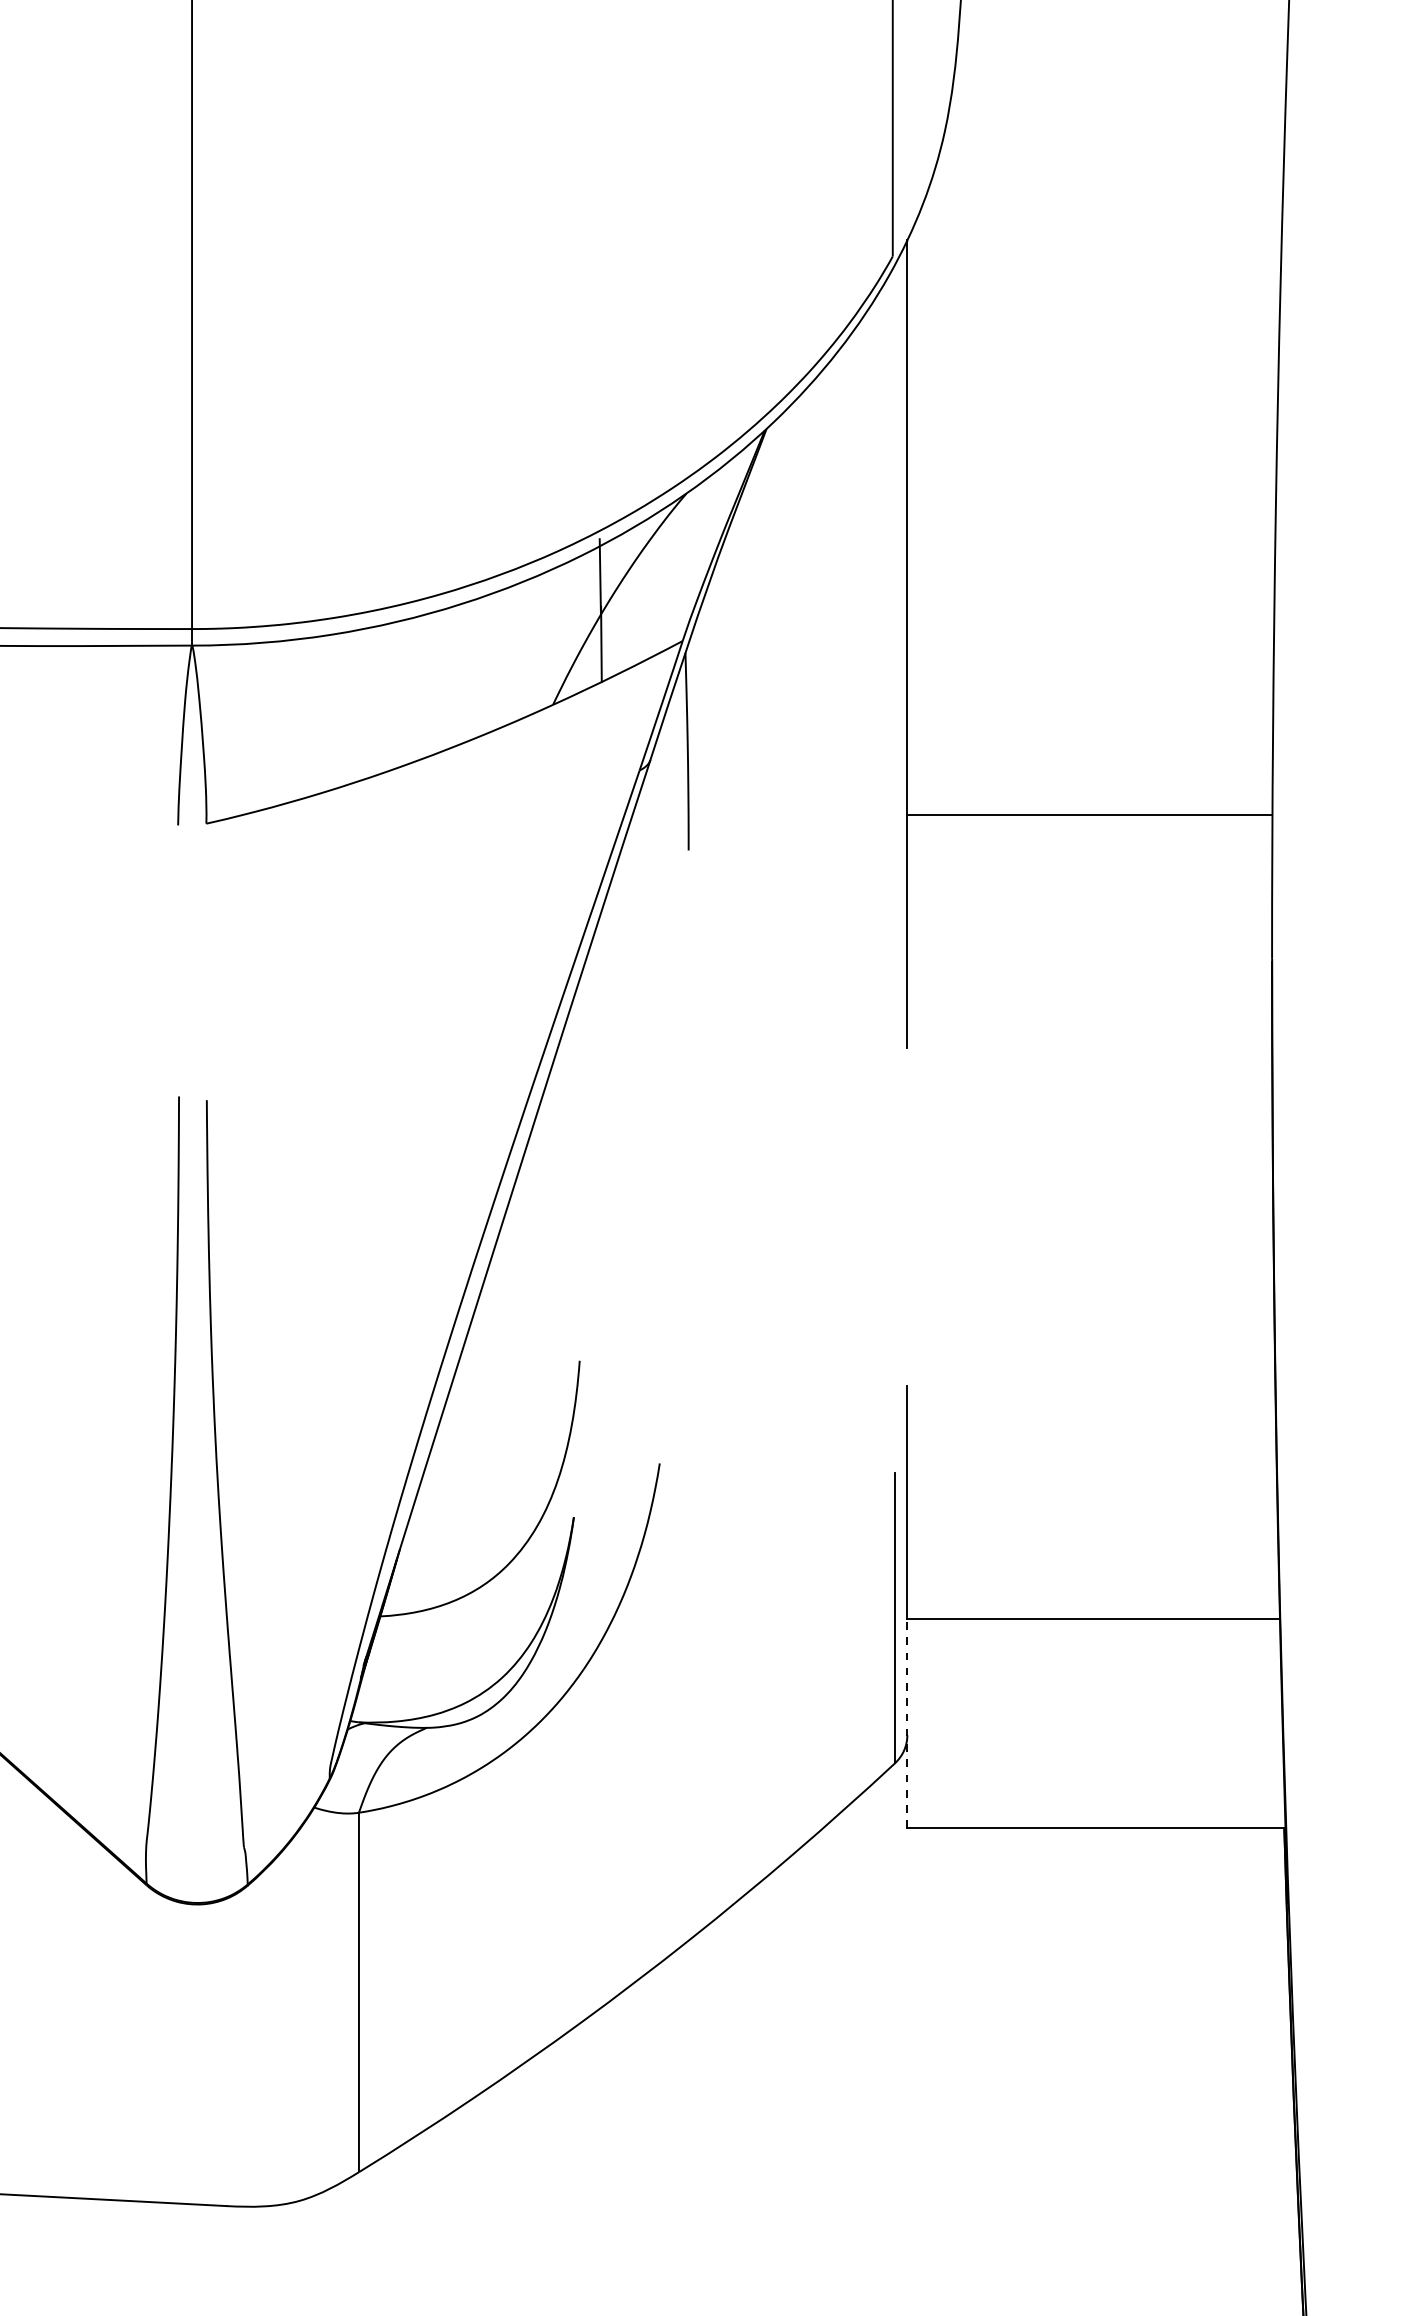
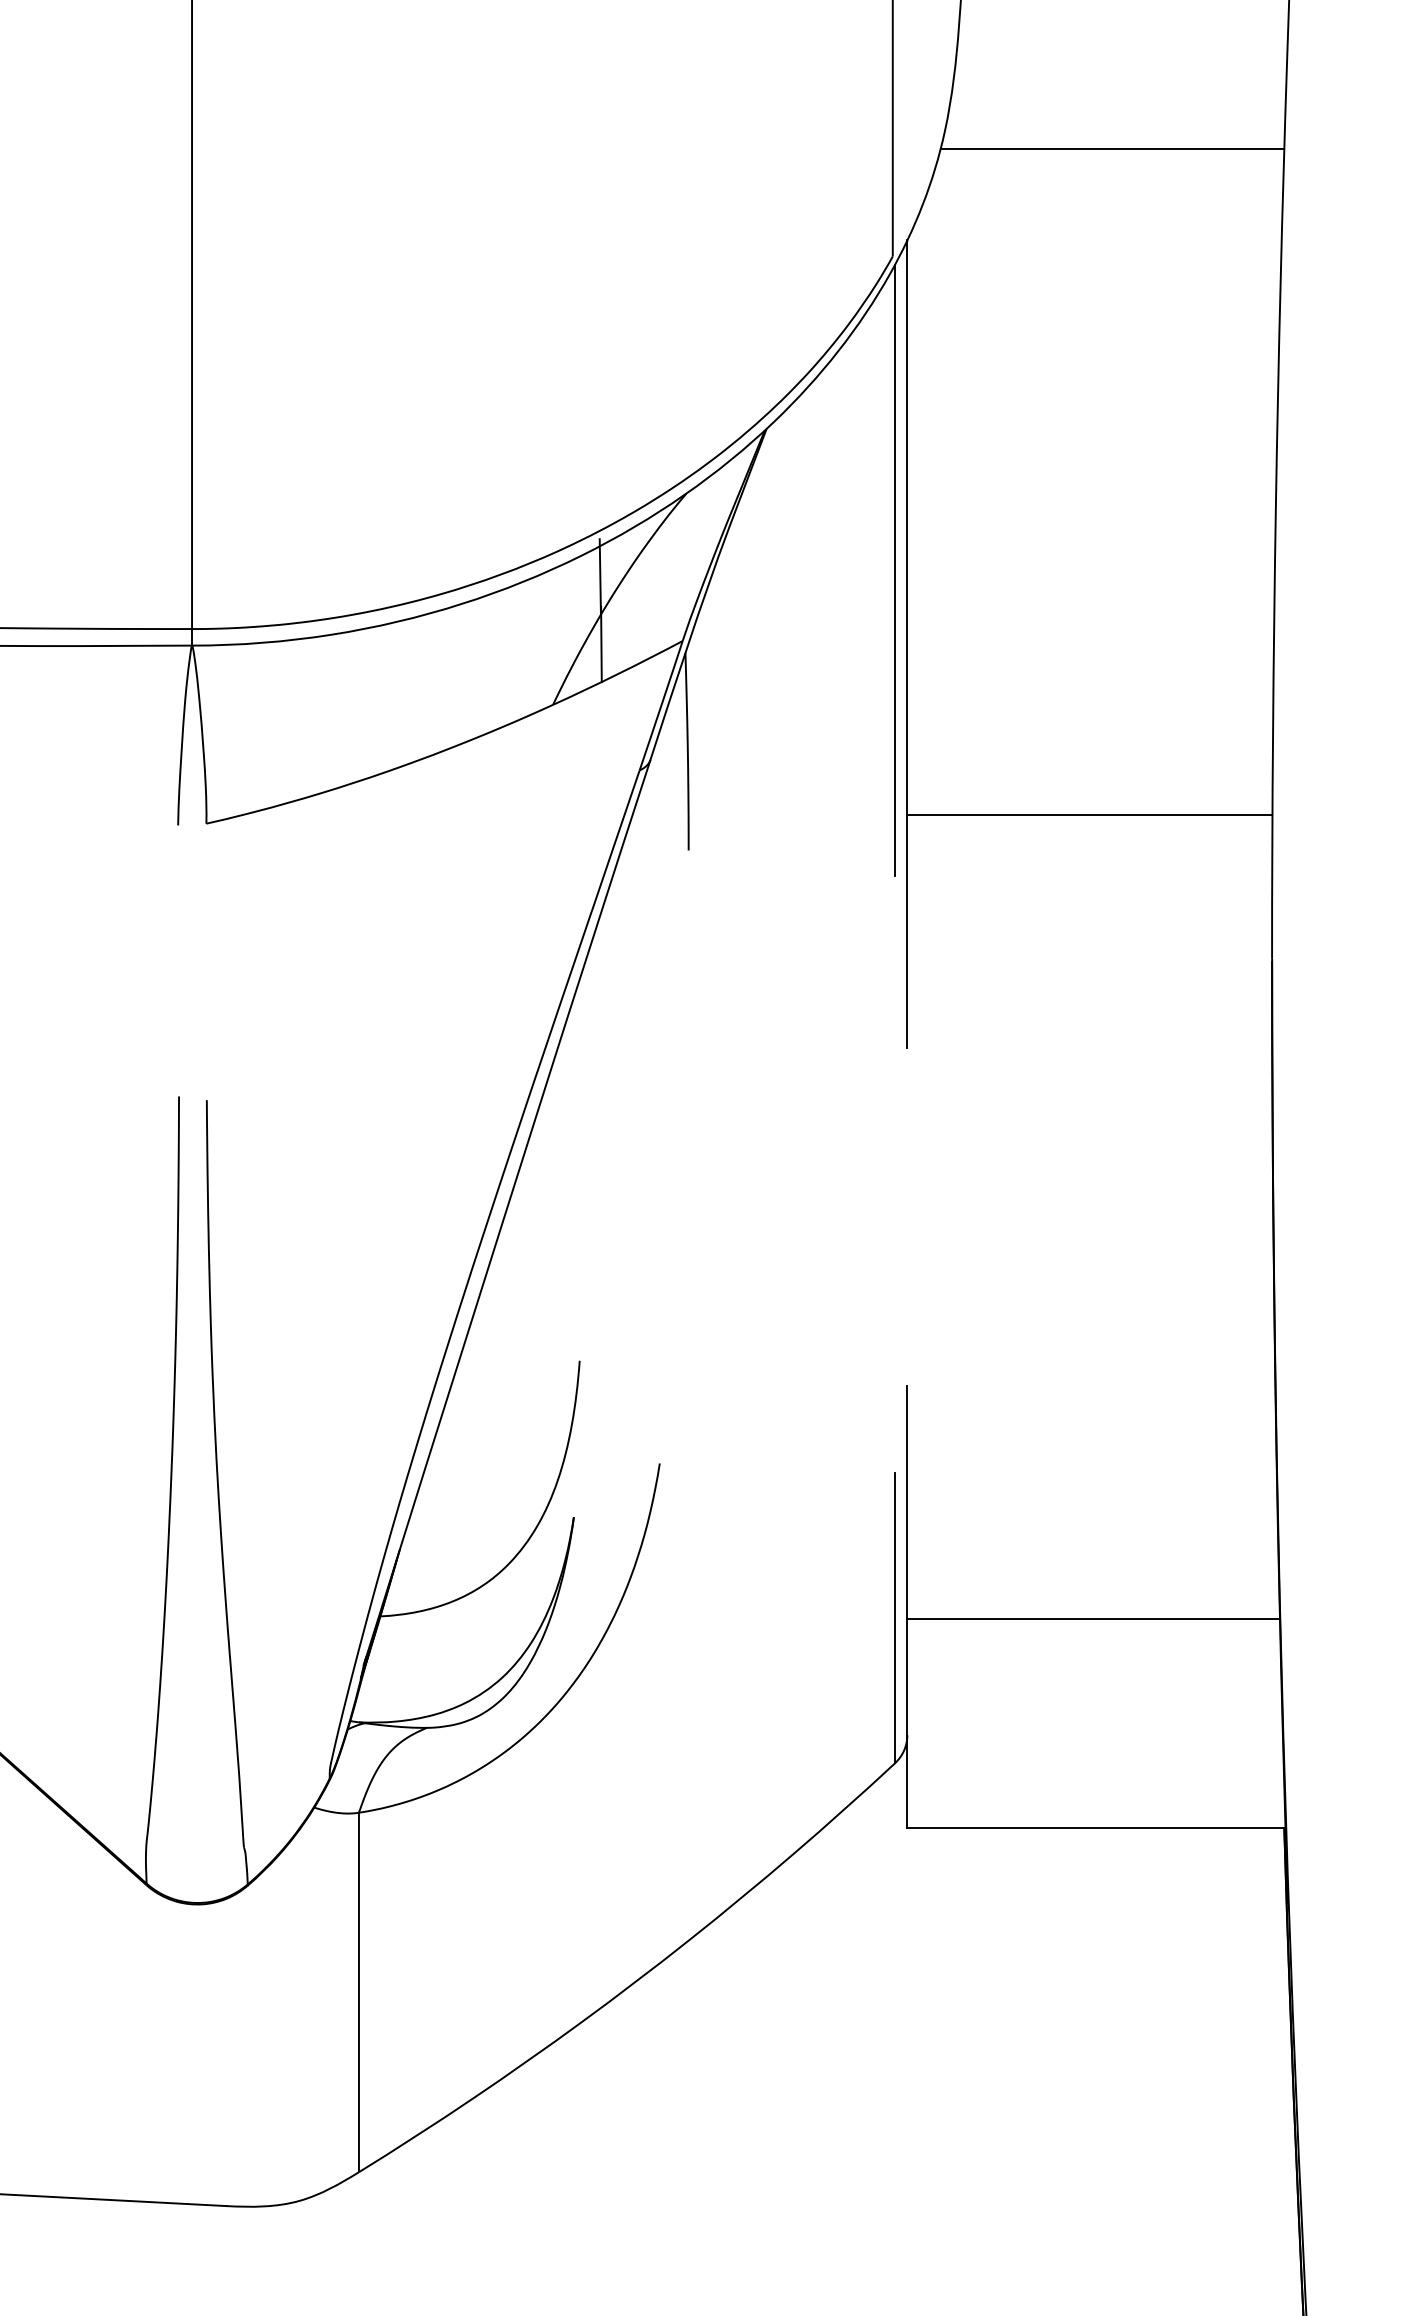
line at (1112, 148): none -> present
line at (895, 570): none -> present
line at (907, 1723): dashed -> solid
